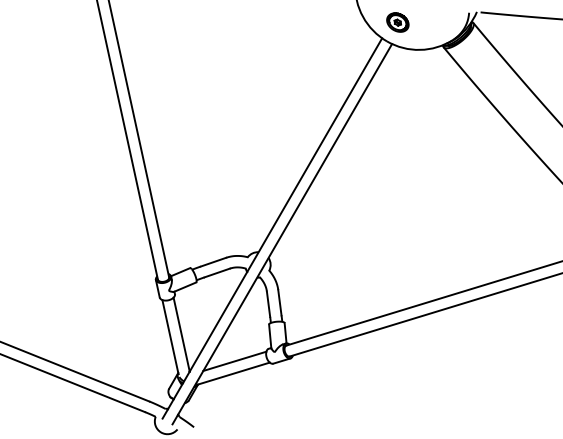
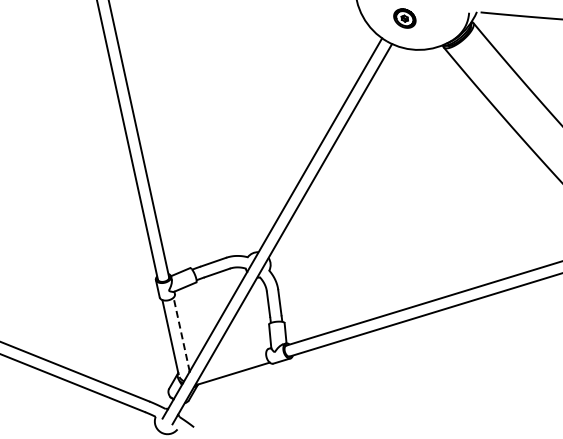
part at (397, 22) position: (397, 22) -> (404, 18)
line at (181, 334): solid -> dashed
line at (234, 360): present -> none
